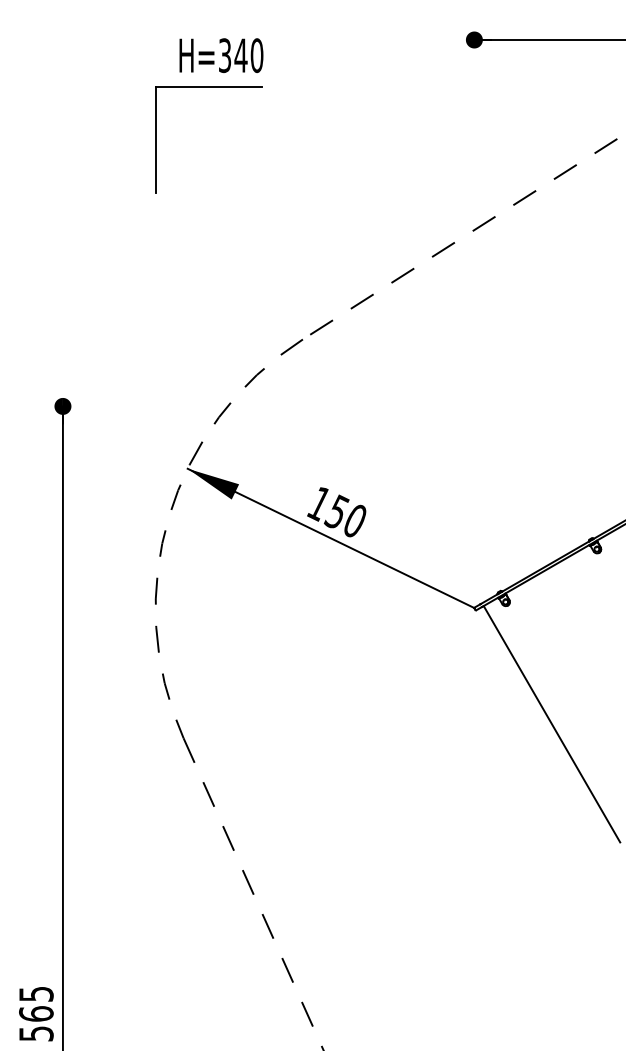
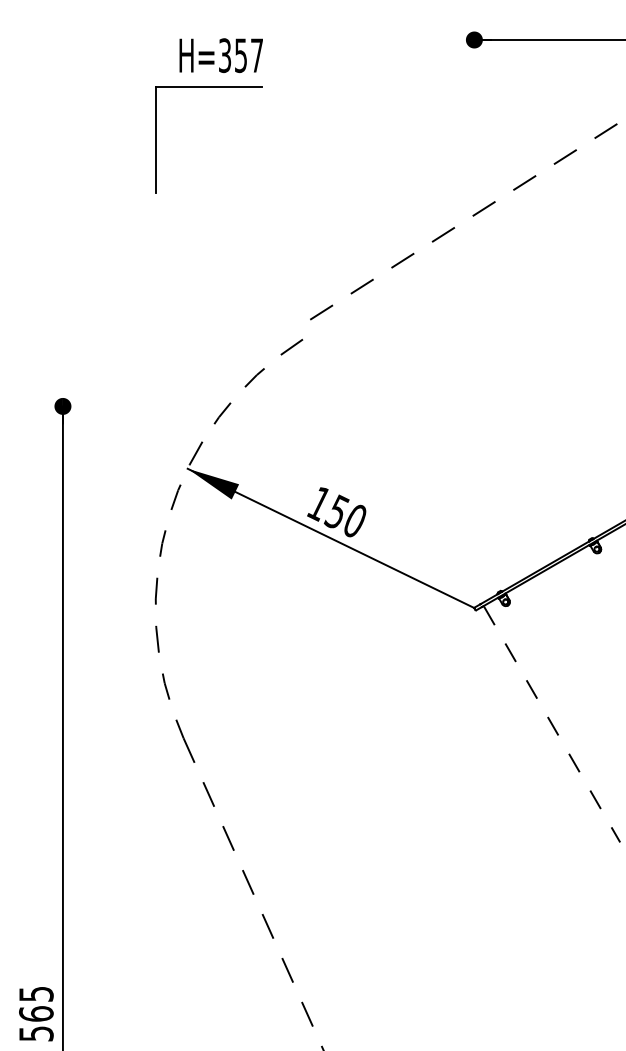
text at (248, 55): H=340 -> H=357
line at (455, 243) position: (455, 243) -> (455, 228)
line at (552, 725): solid -> dashed
